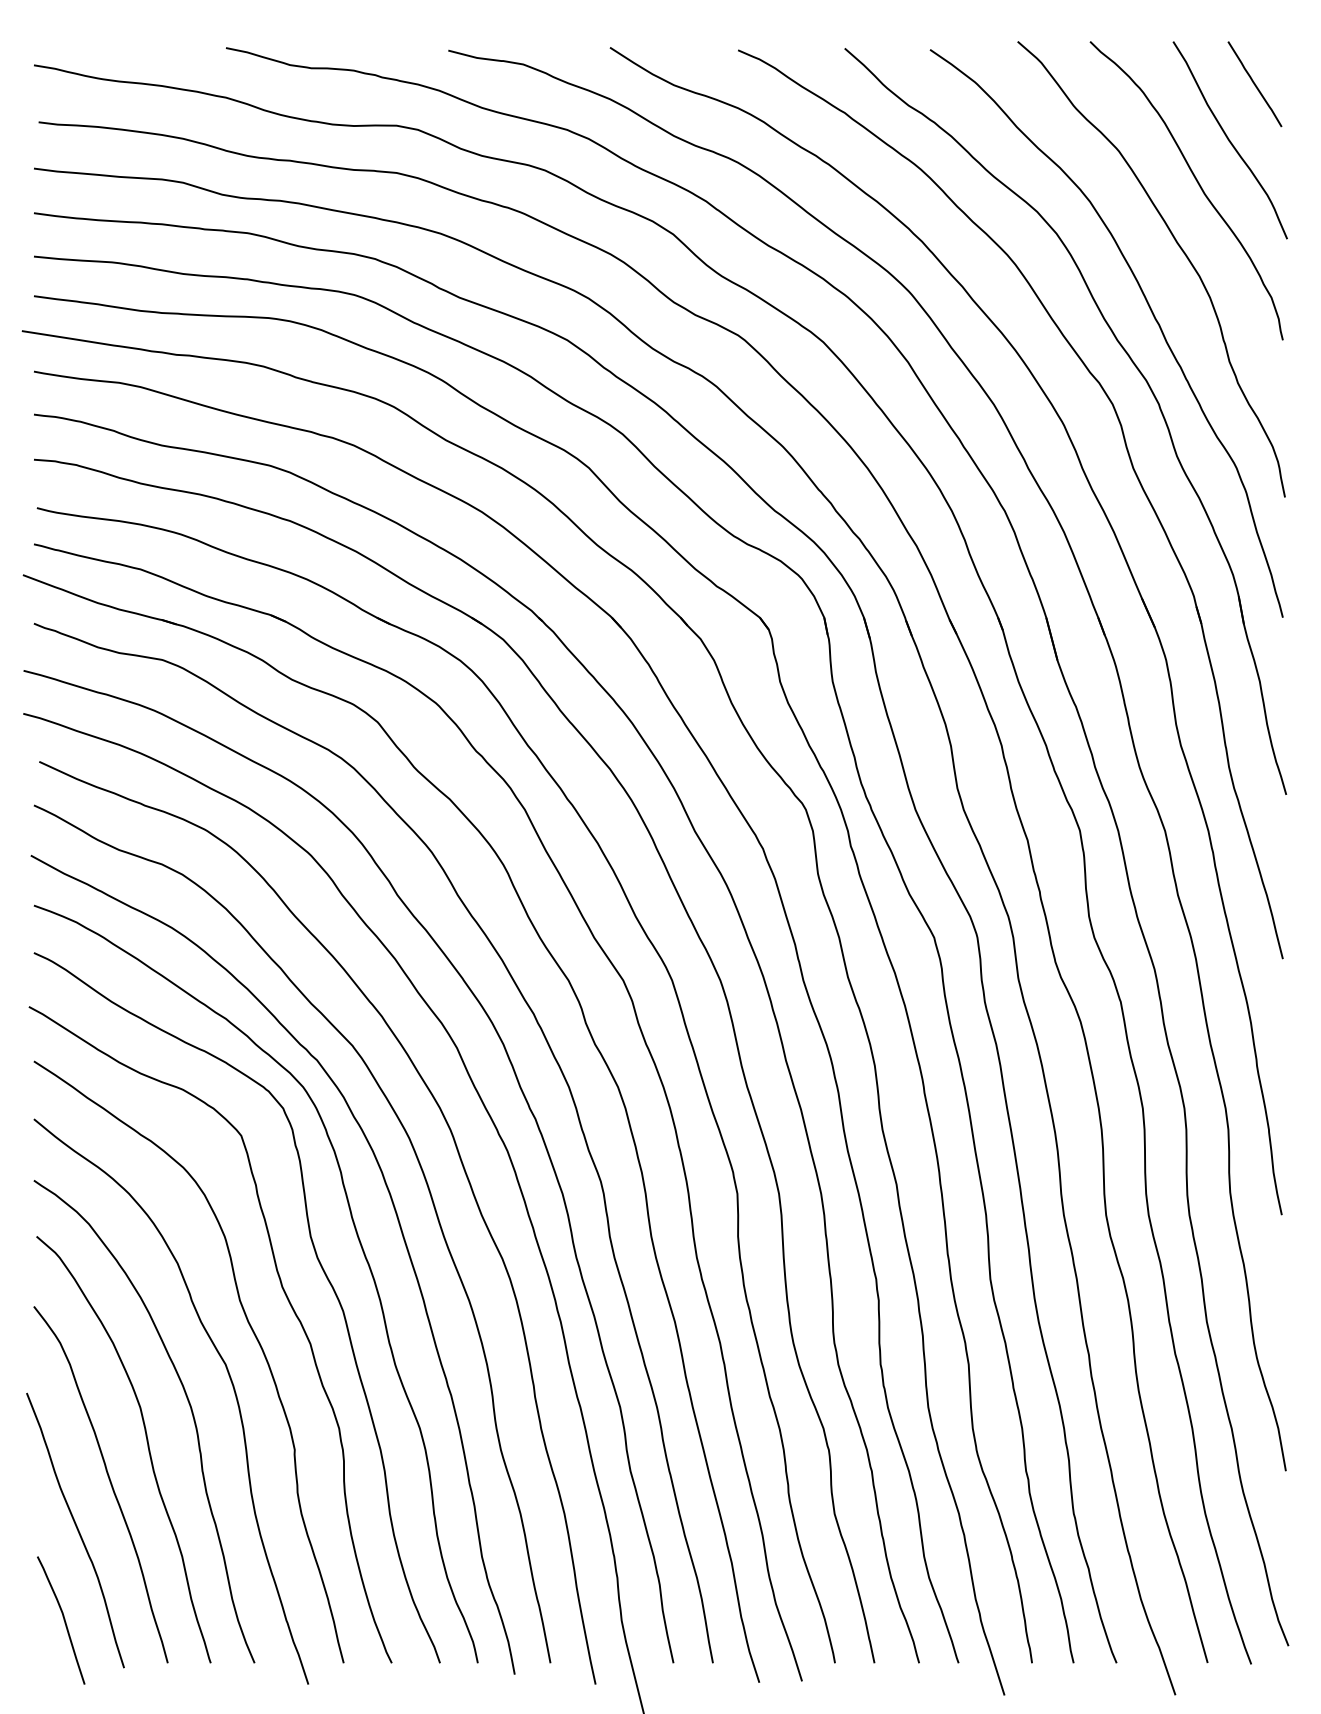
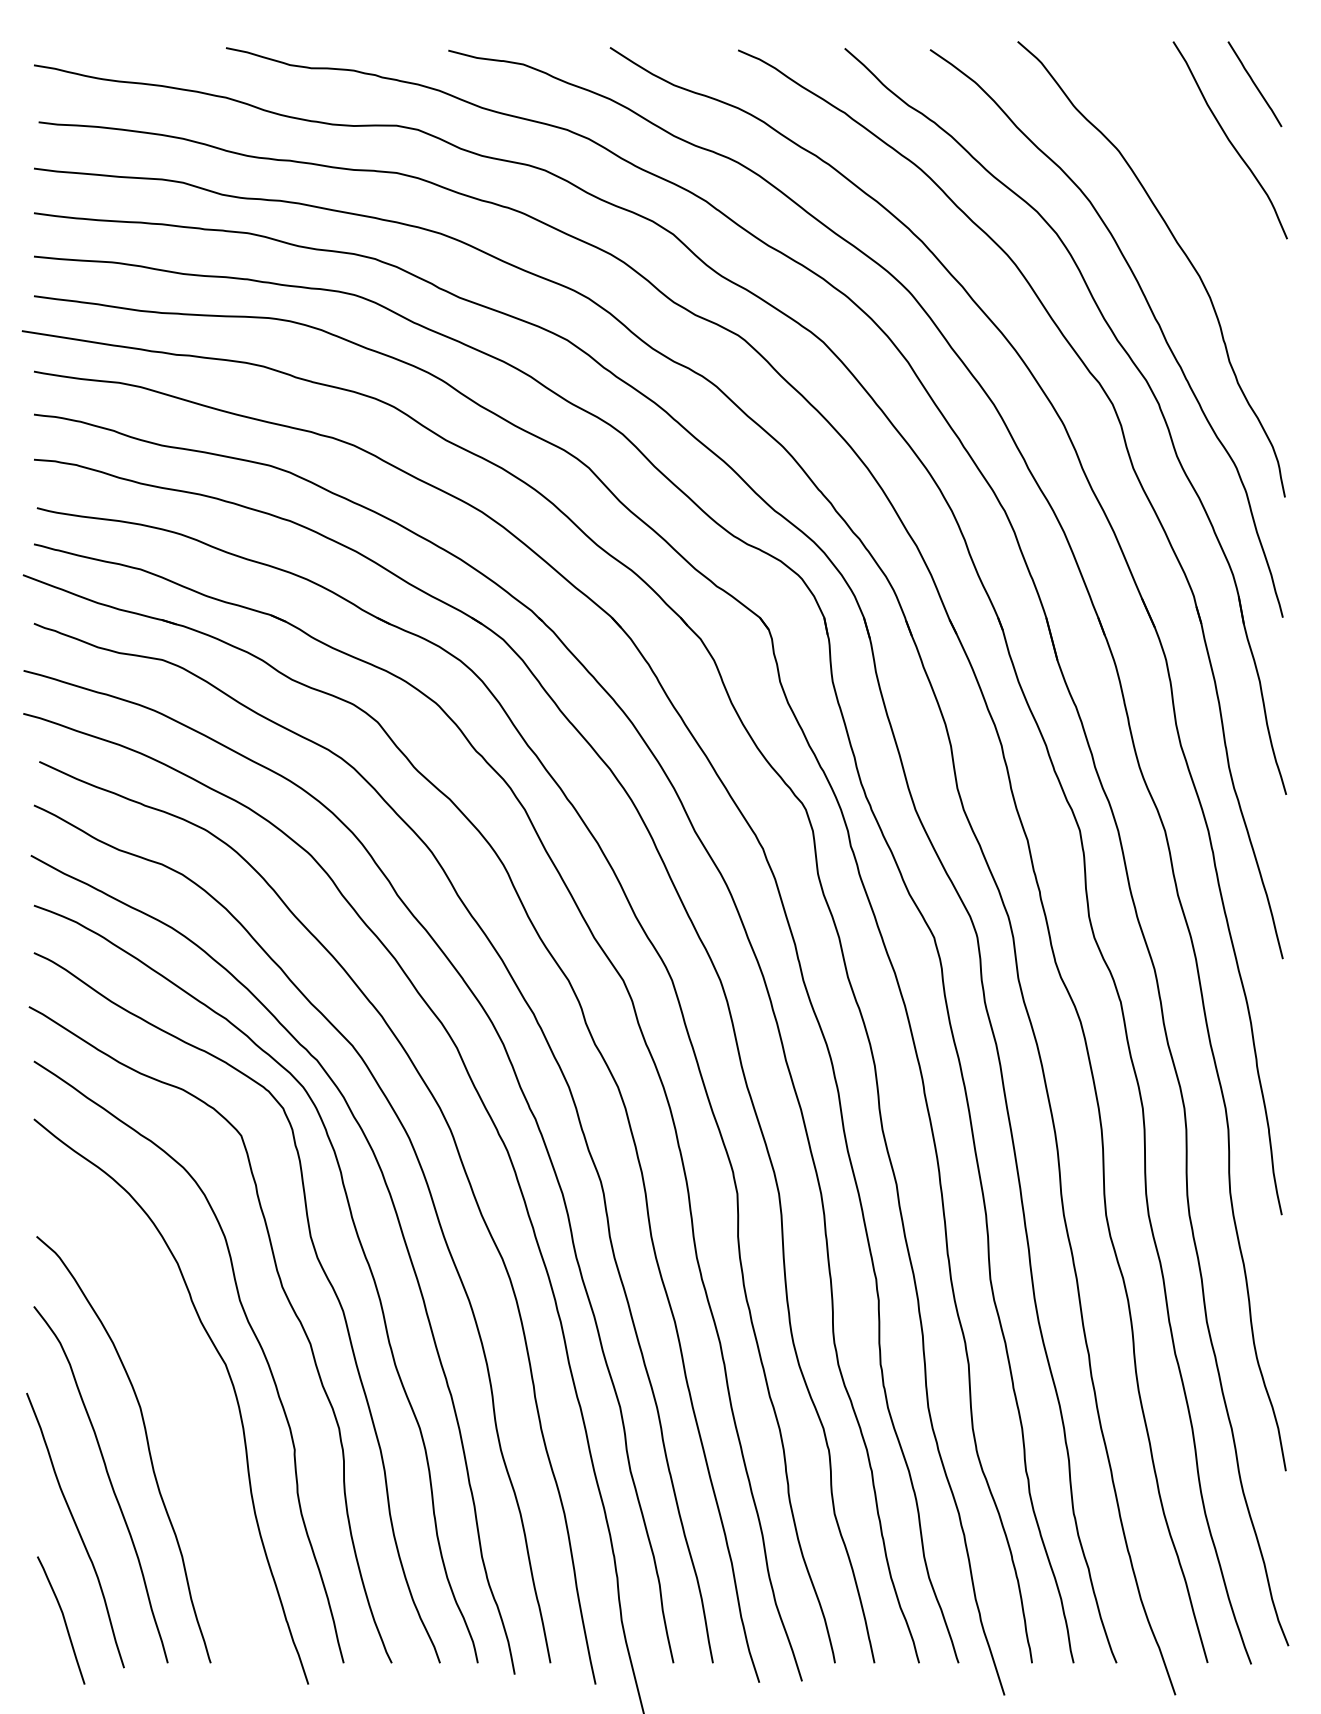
curve at (1198, 185): present -> none
curve at (187, 1401): present -> none
